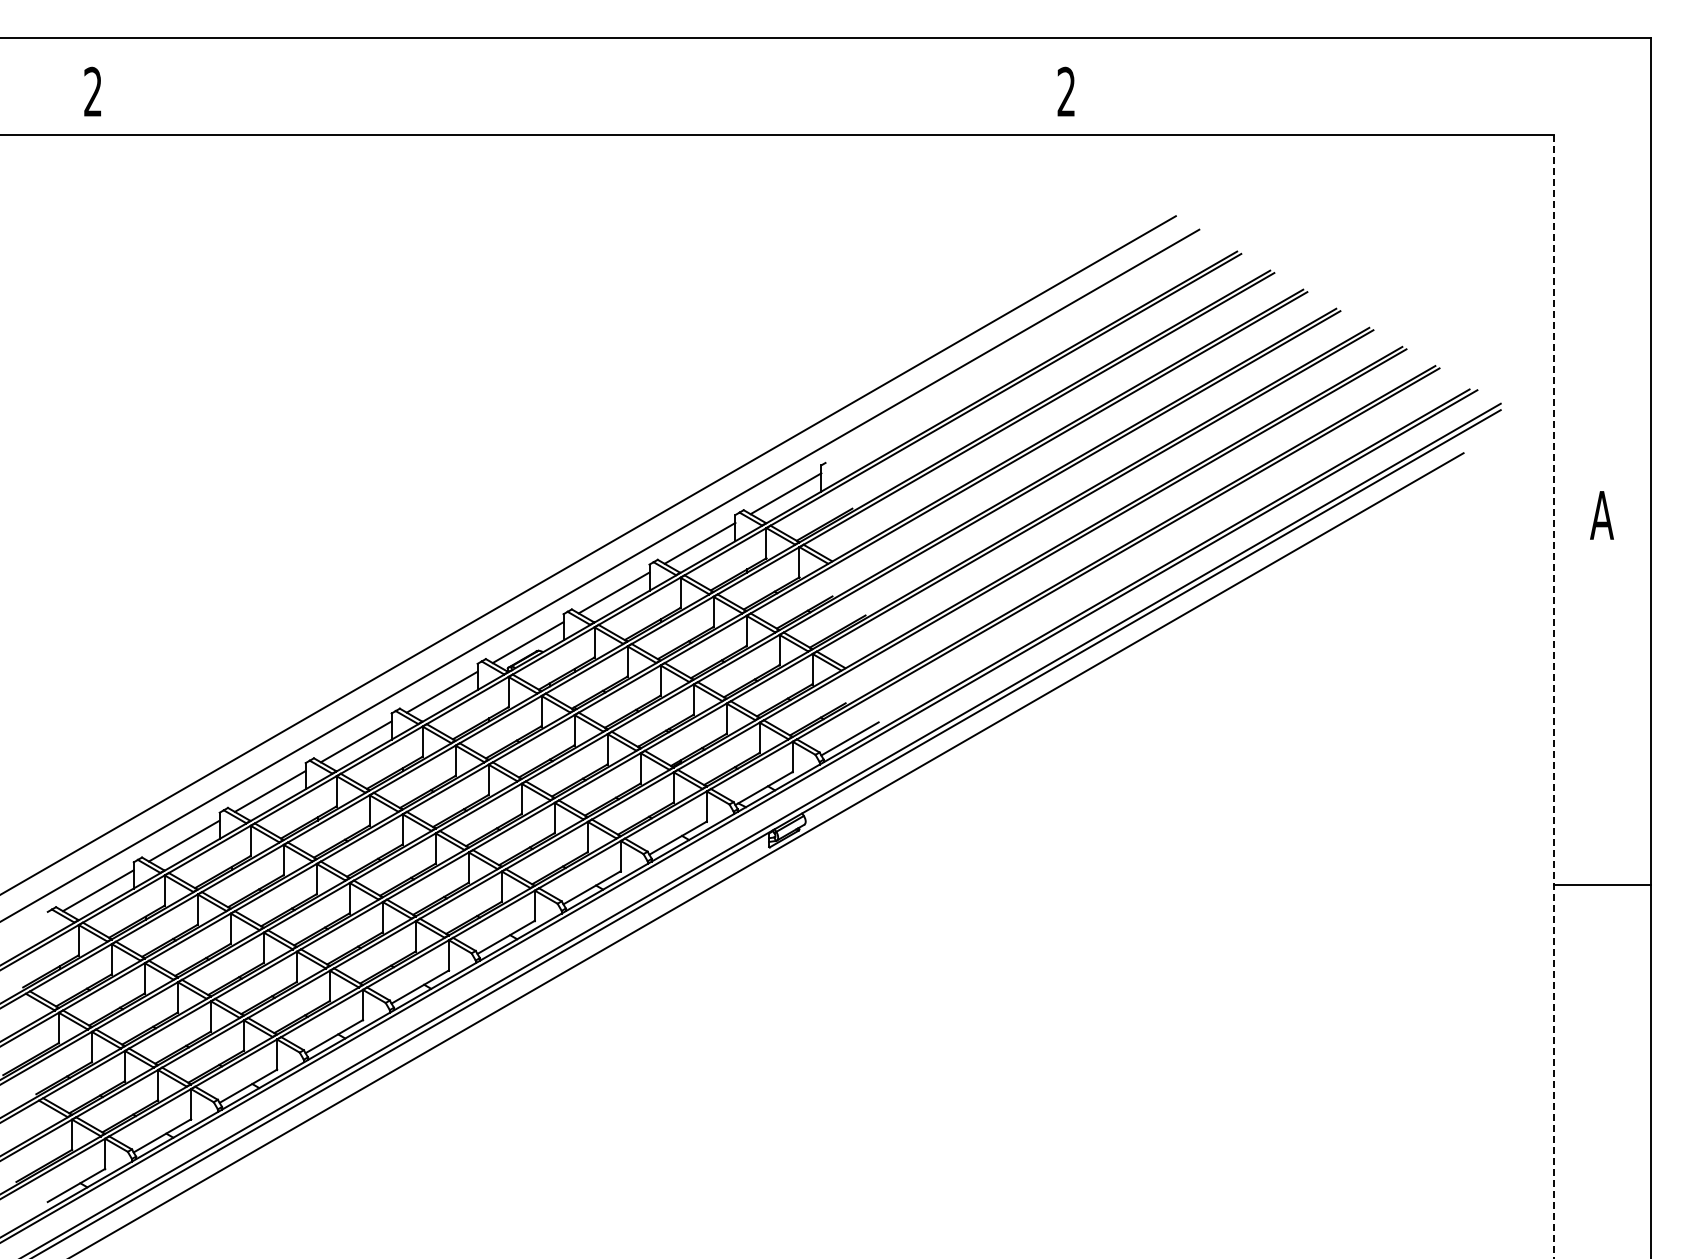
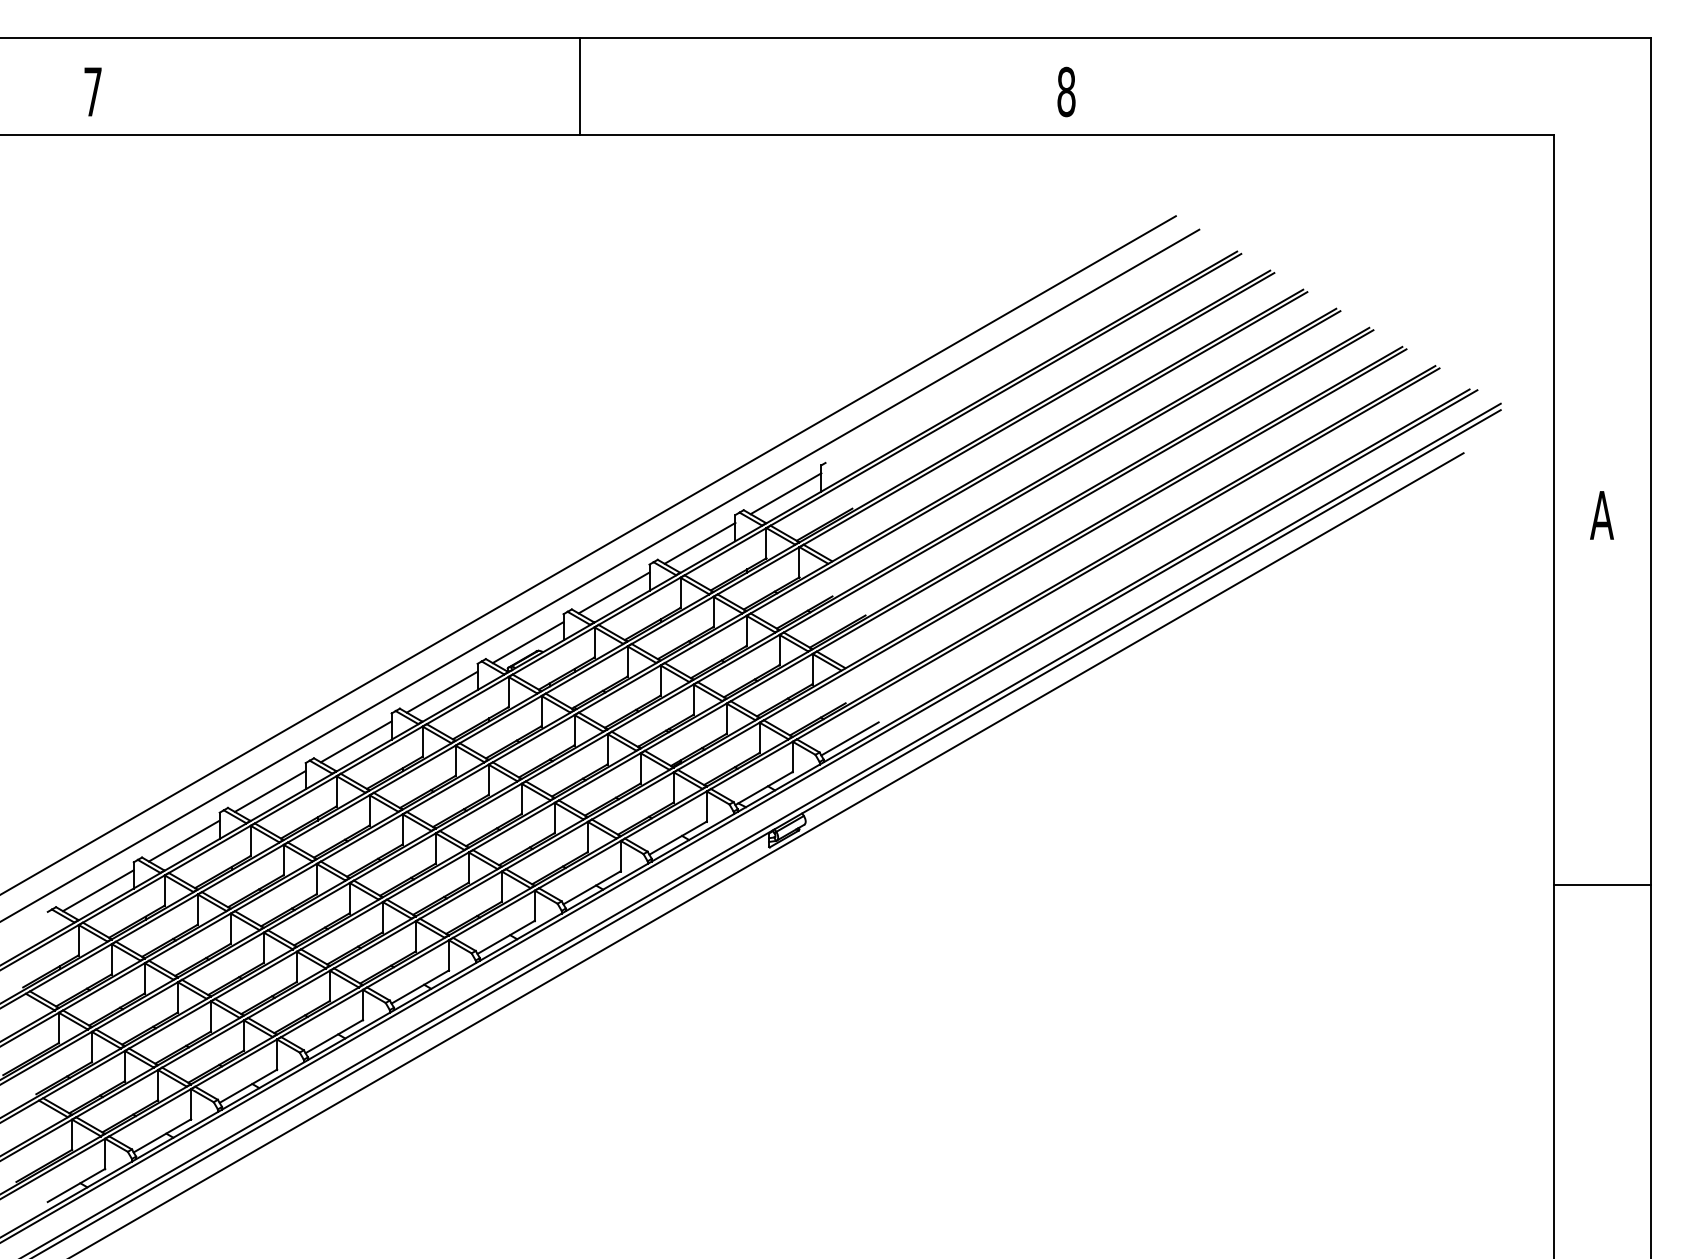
line at (580, 86): none -> present
text at (92, 91): 2 -> 7
text at (1066, 91): 2 -> 8
line at (1553, 697): dashed -> solid
